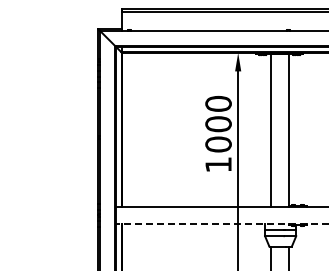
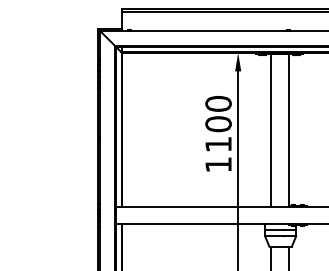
text at (218, 144): 1000 -> 1100
line at (222, 224): dashed -> solid
